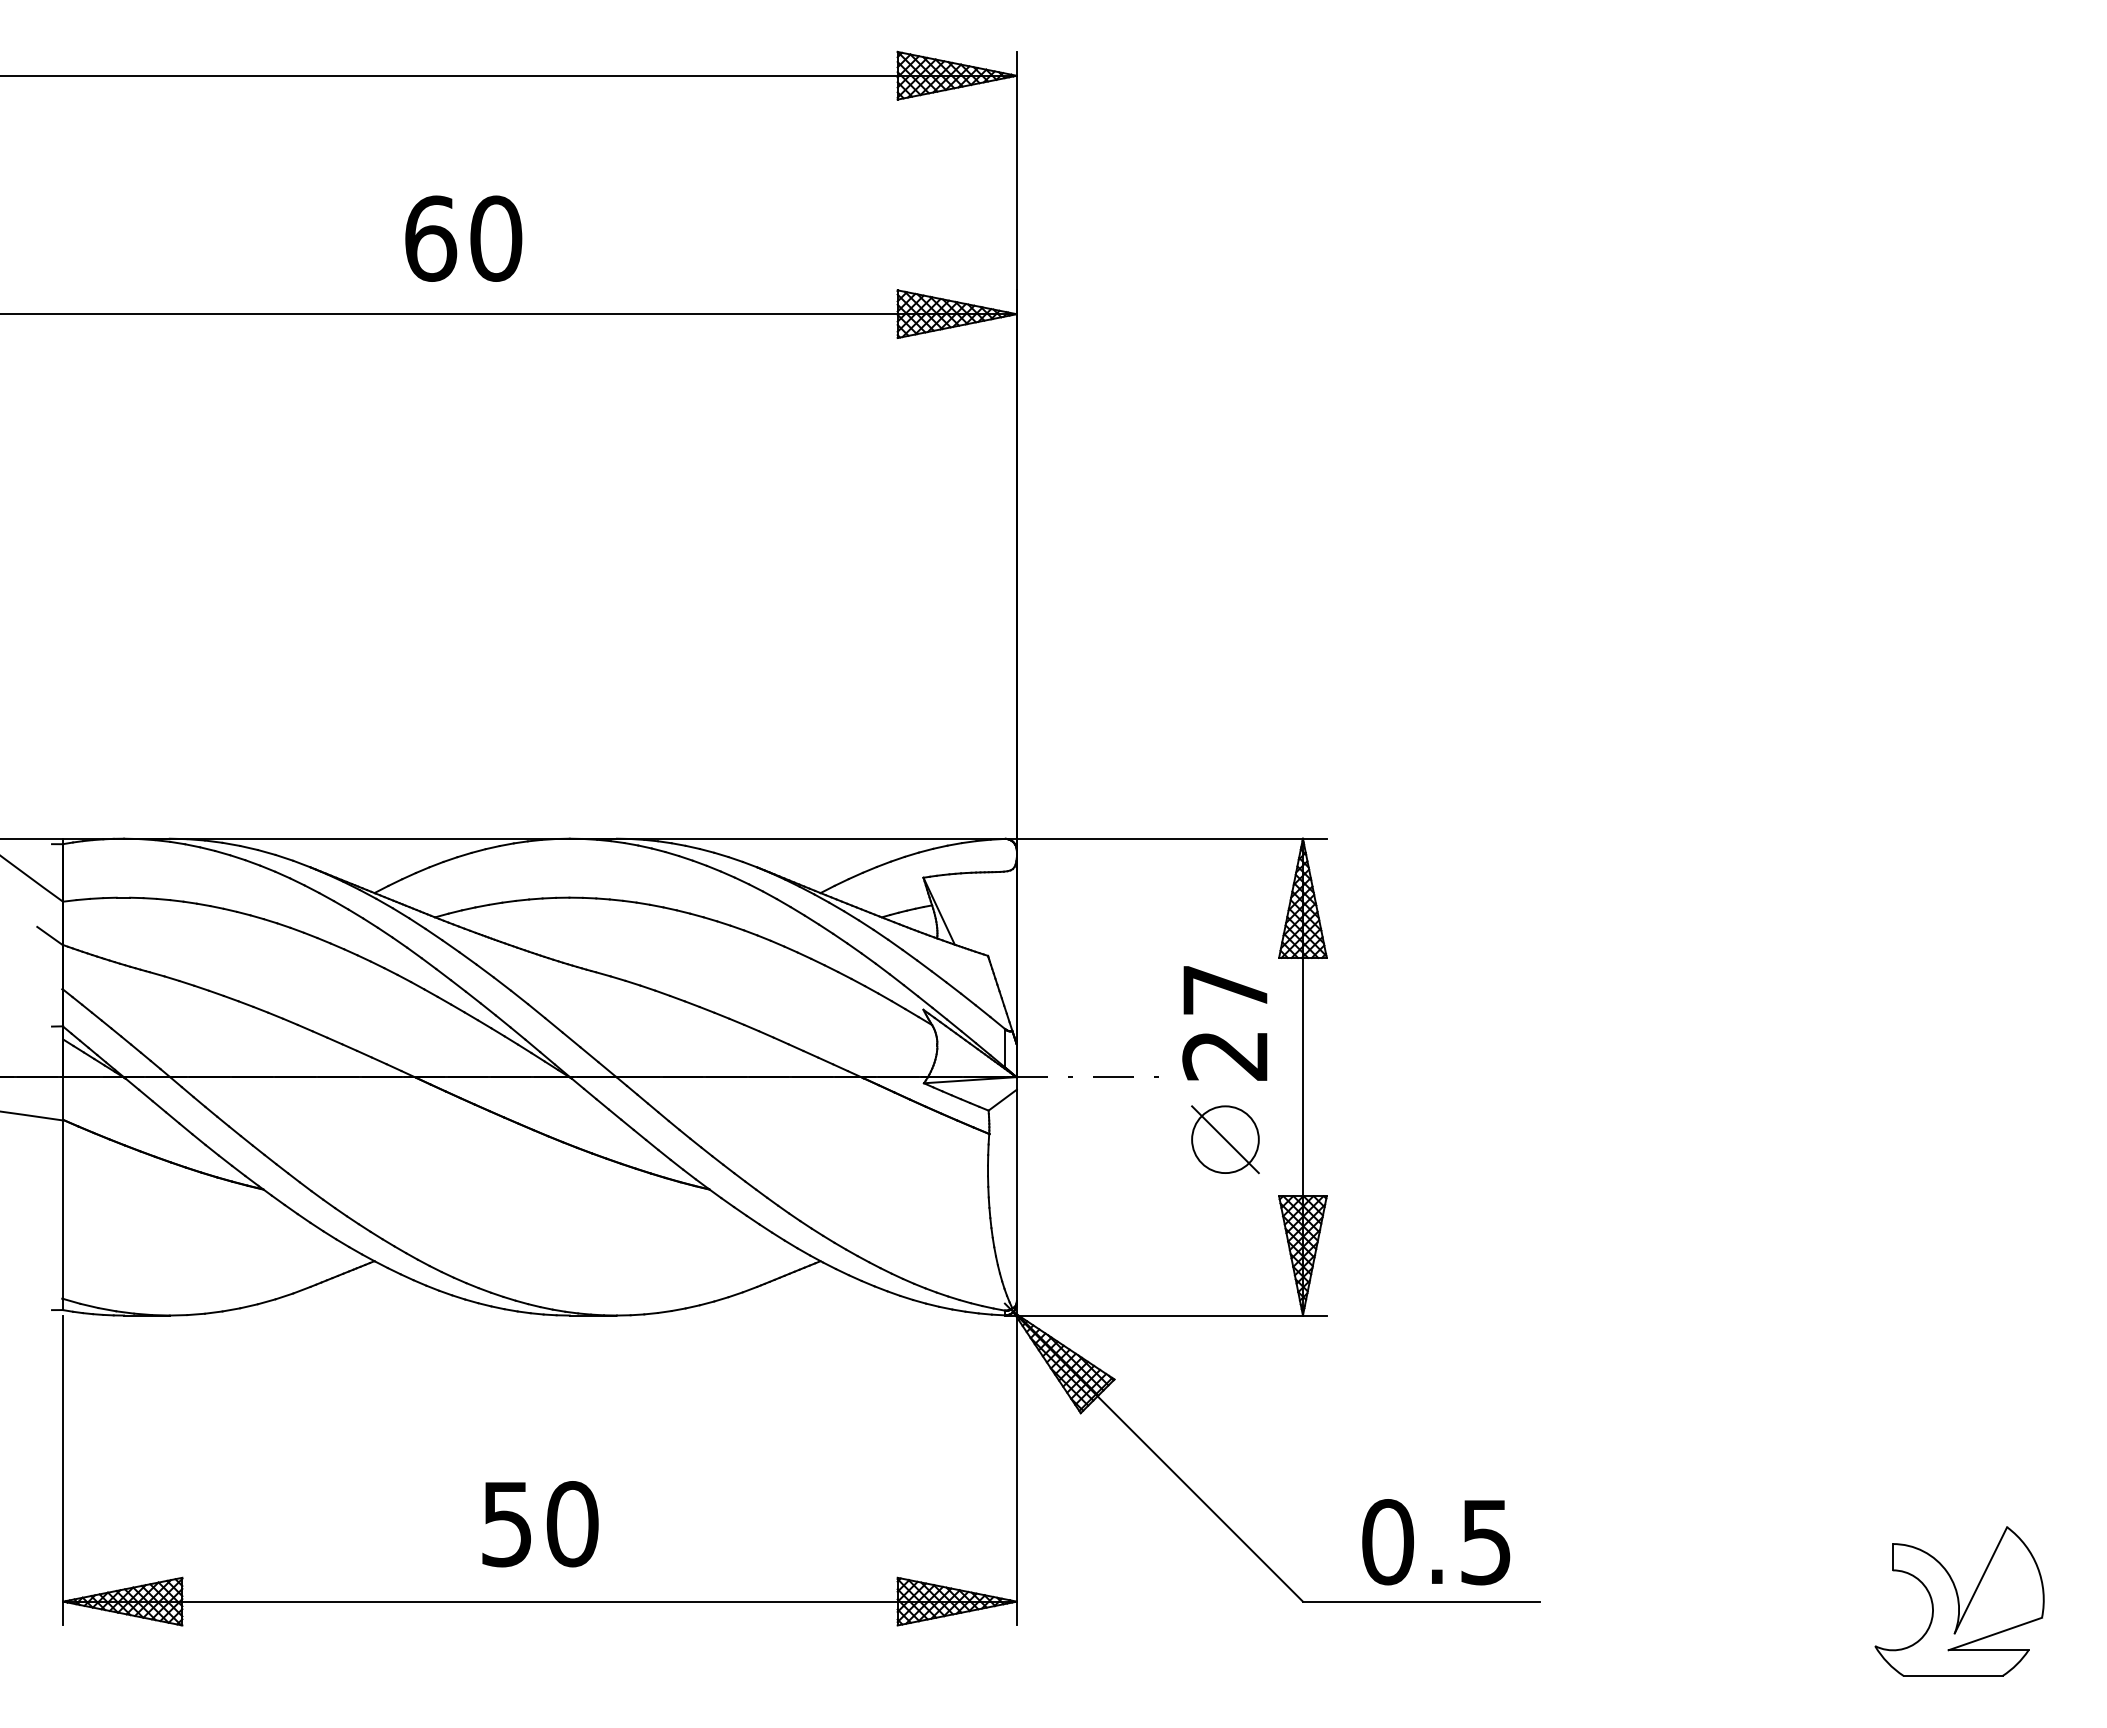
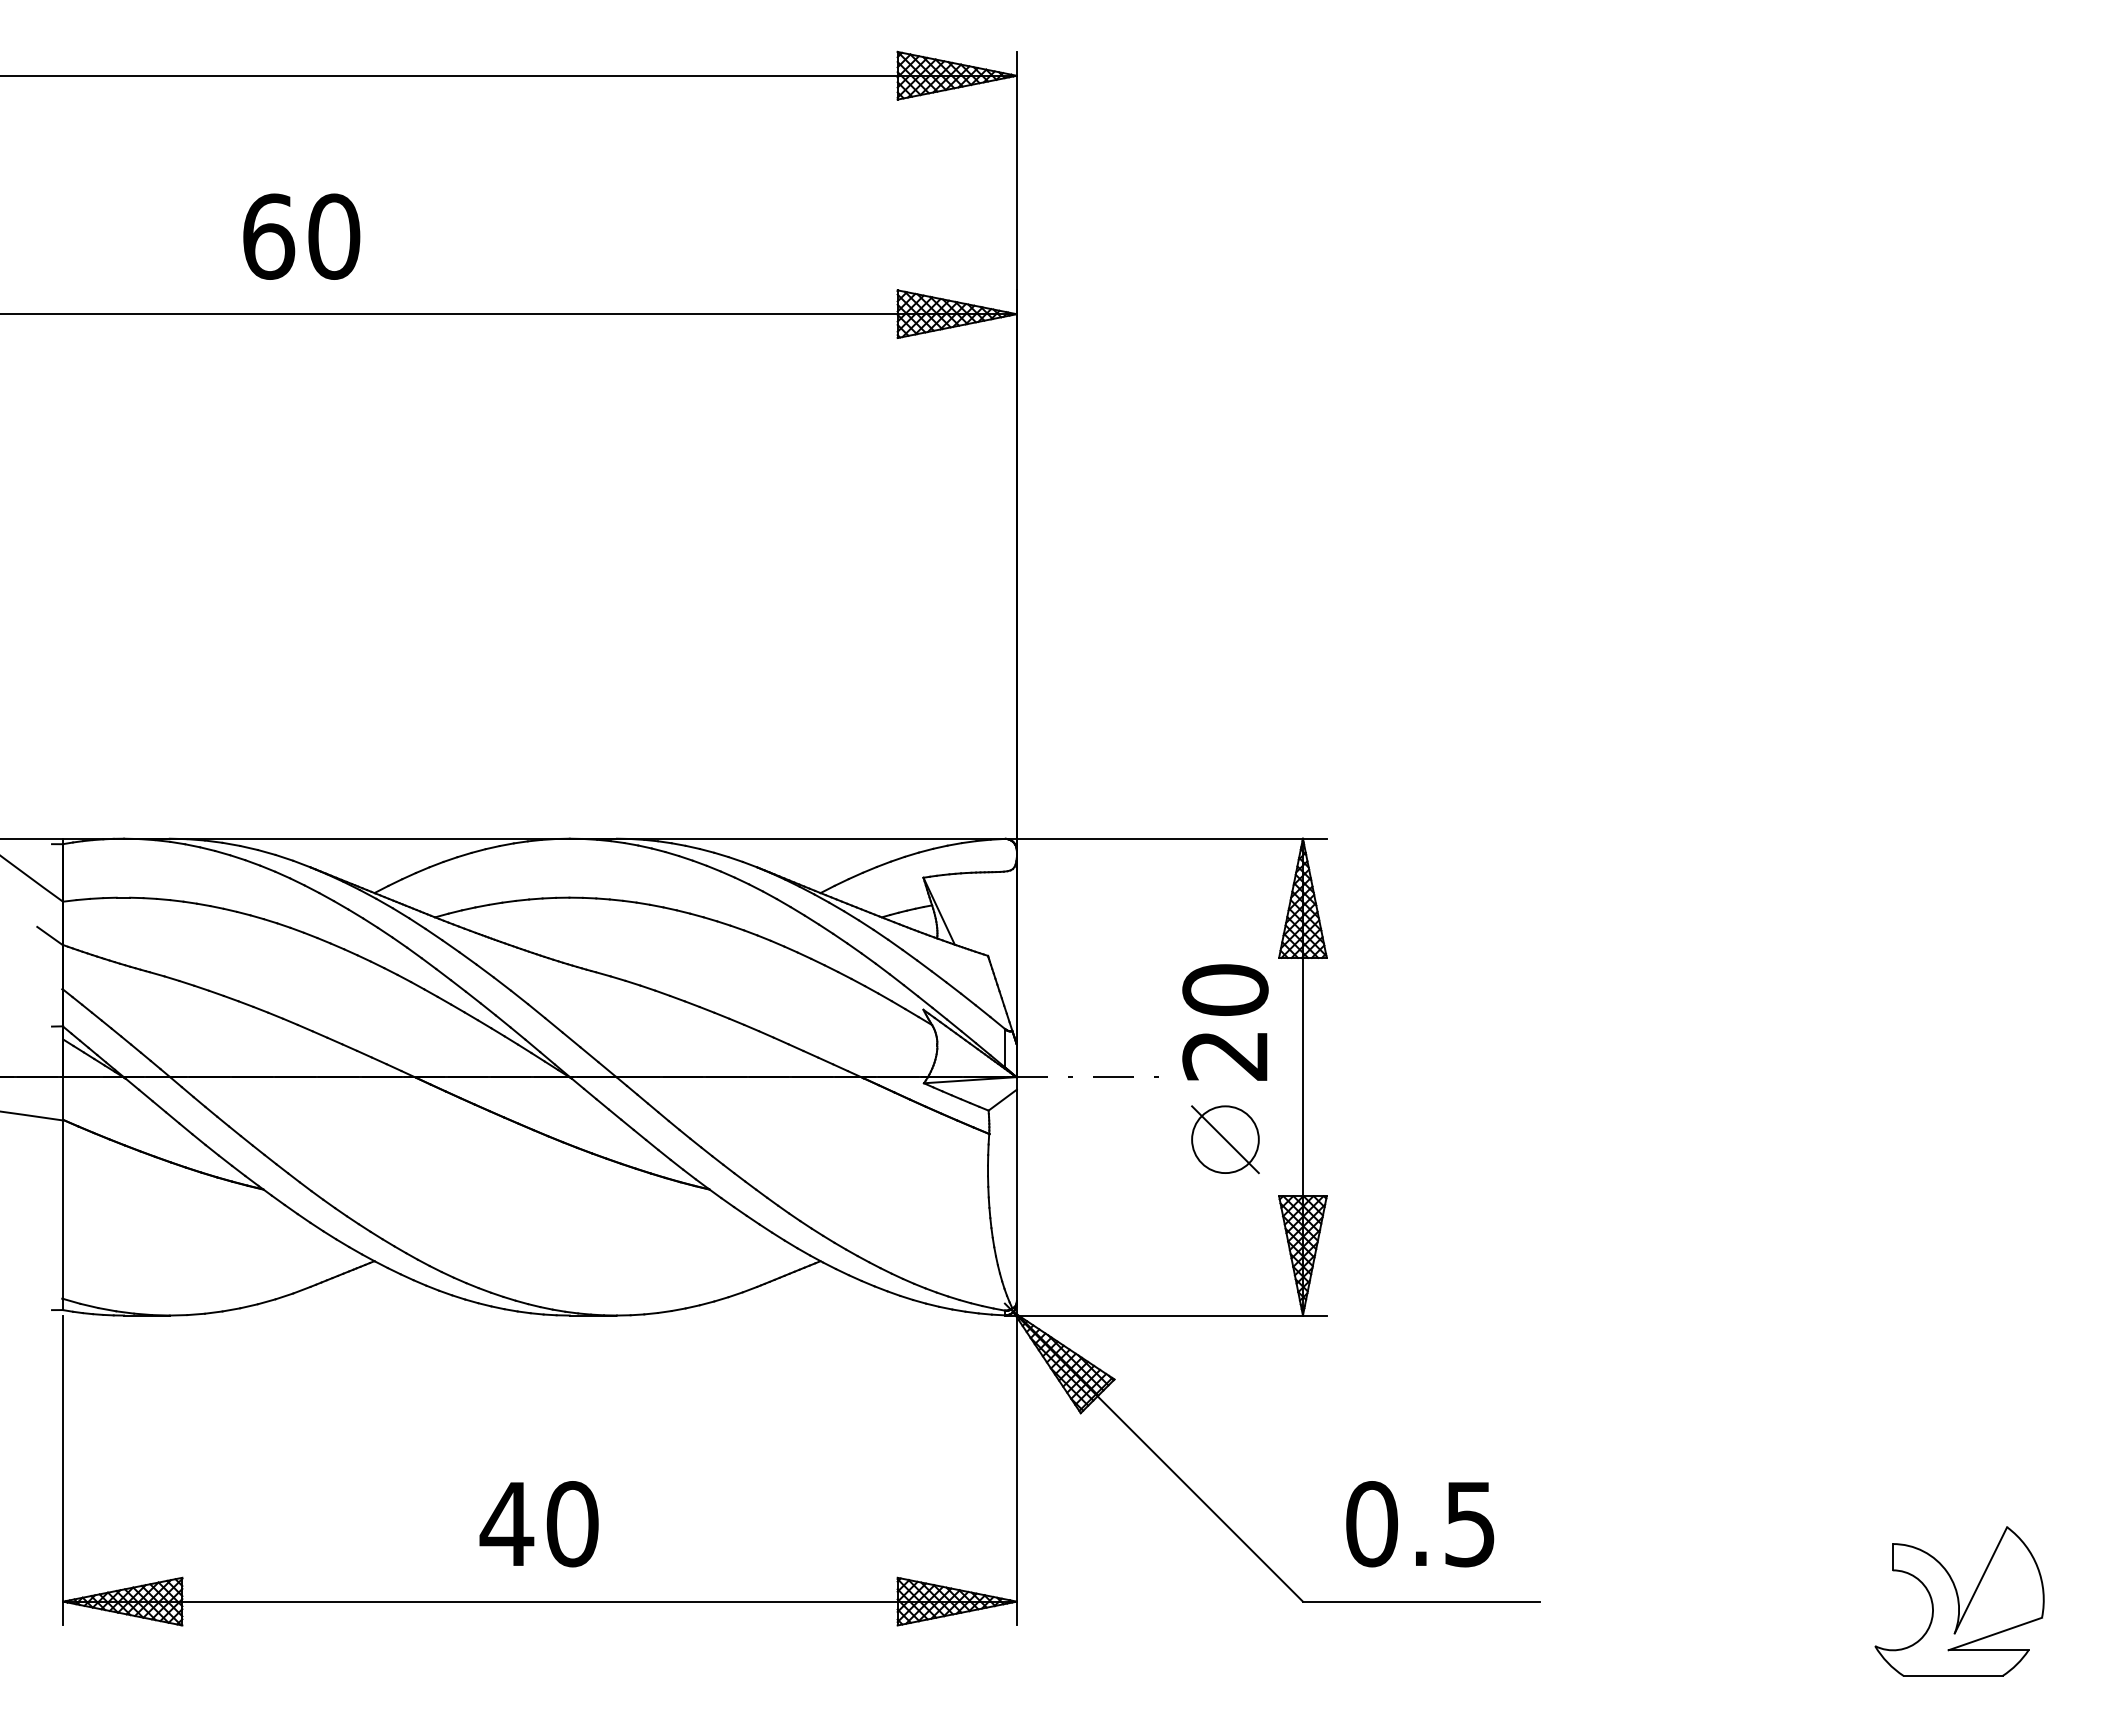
text at (463, 238) position: (463, 238) -> (301, 236)
text at (1225, 989): 27 -> 20
text at (506, 1524): 50 -> 40
text at (1436, 1542) position: (1436, 1542) -> (1420, 1524)
